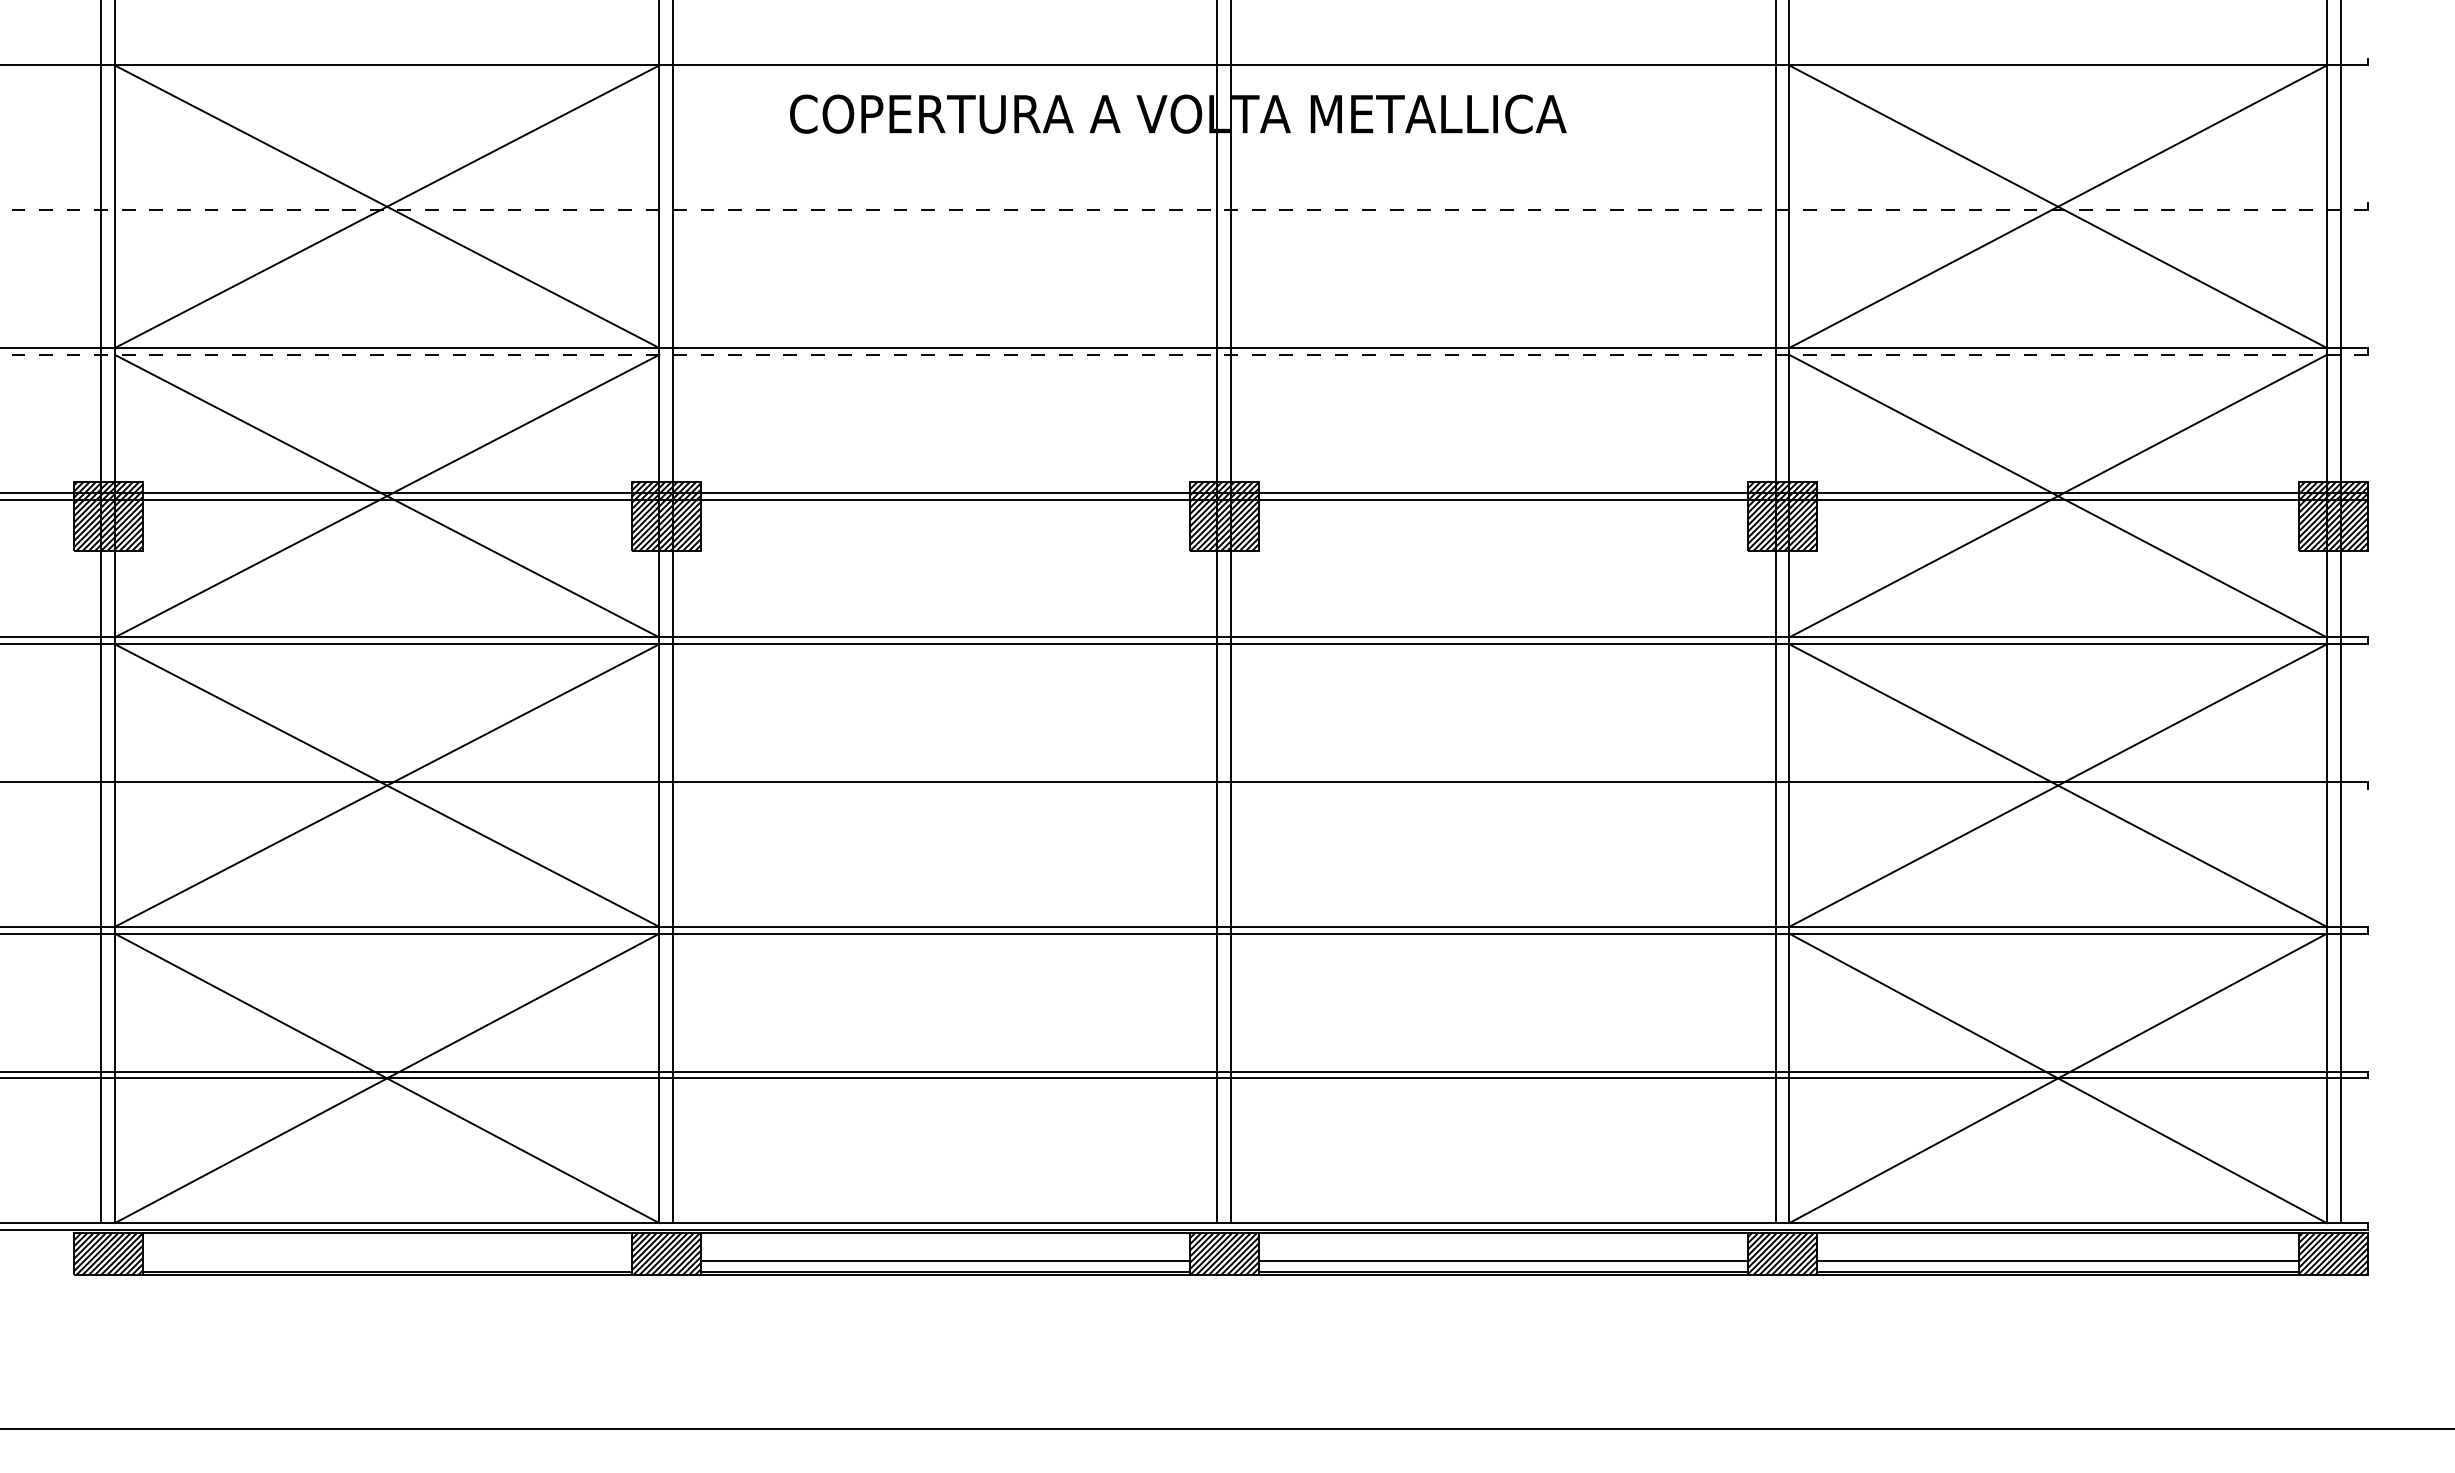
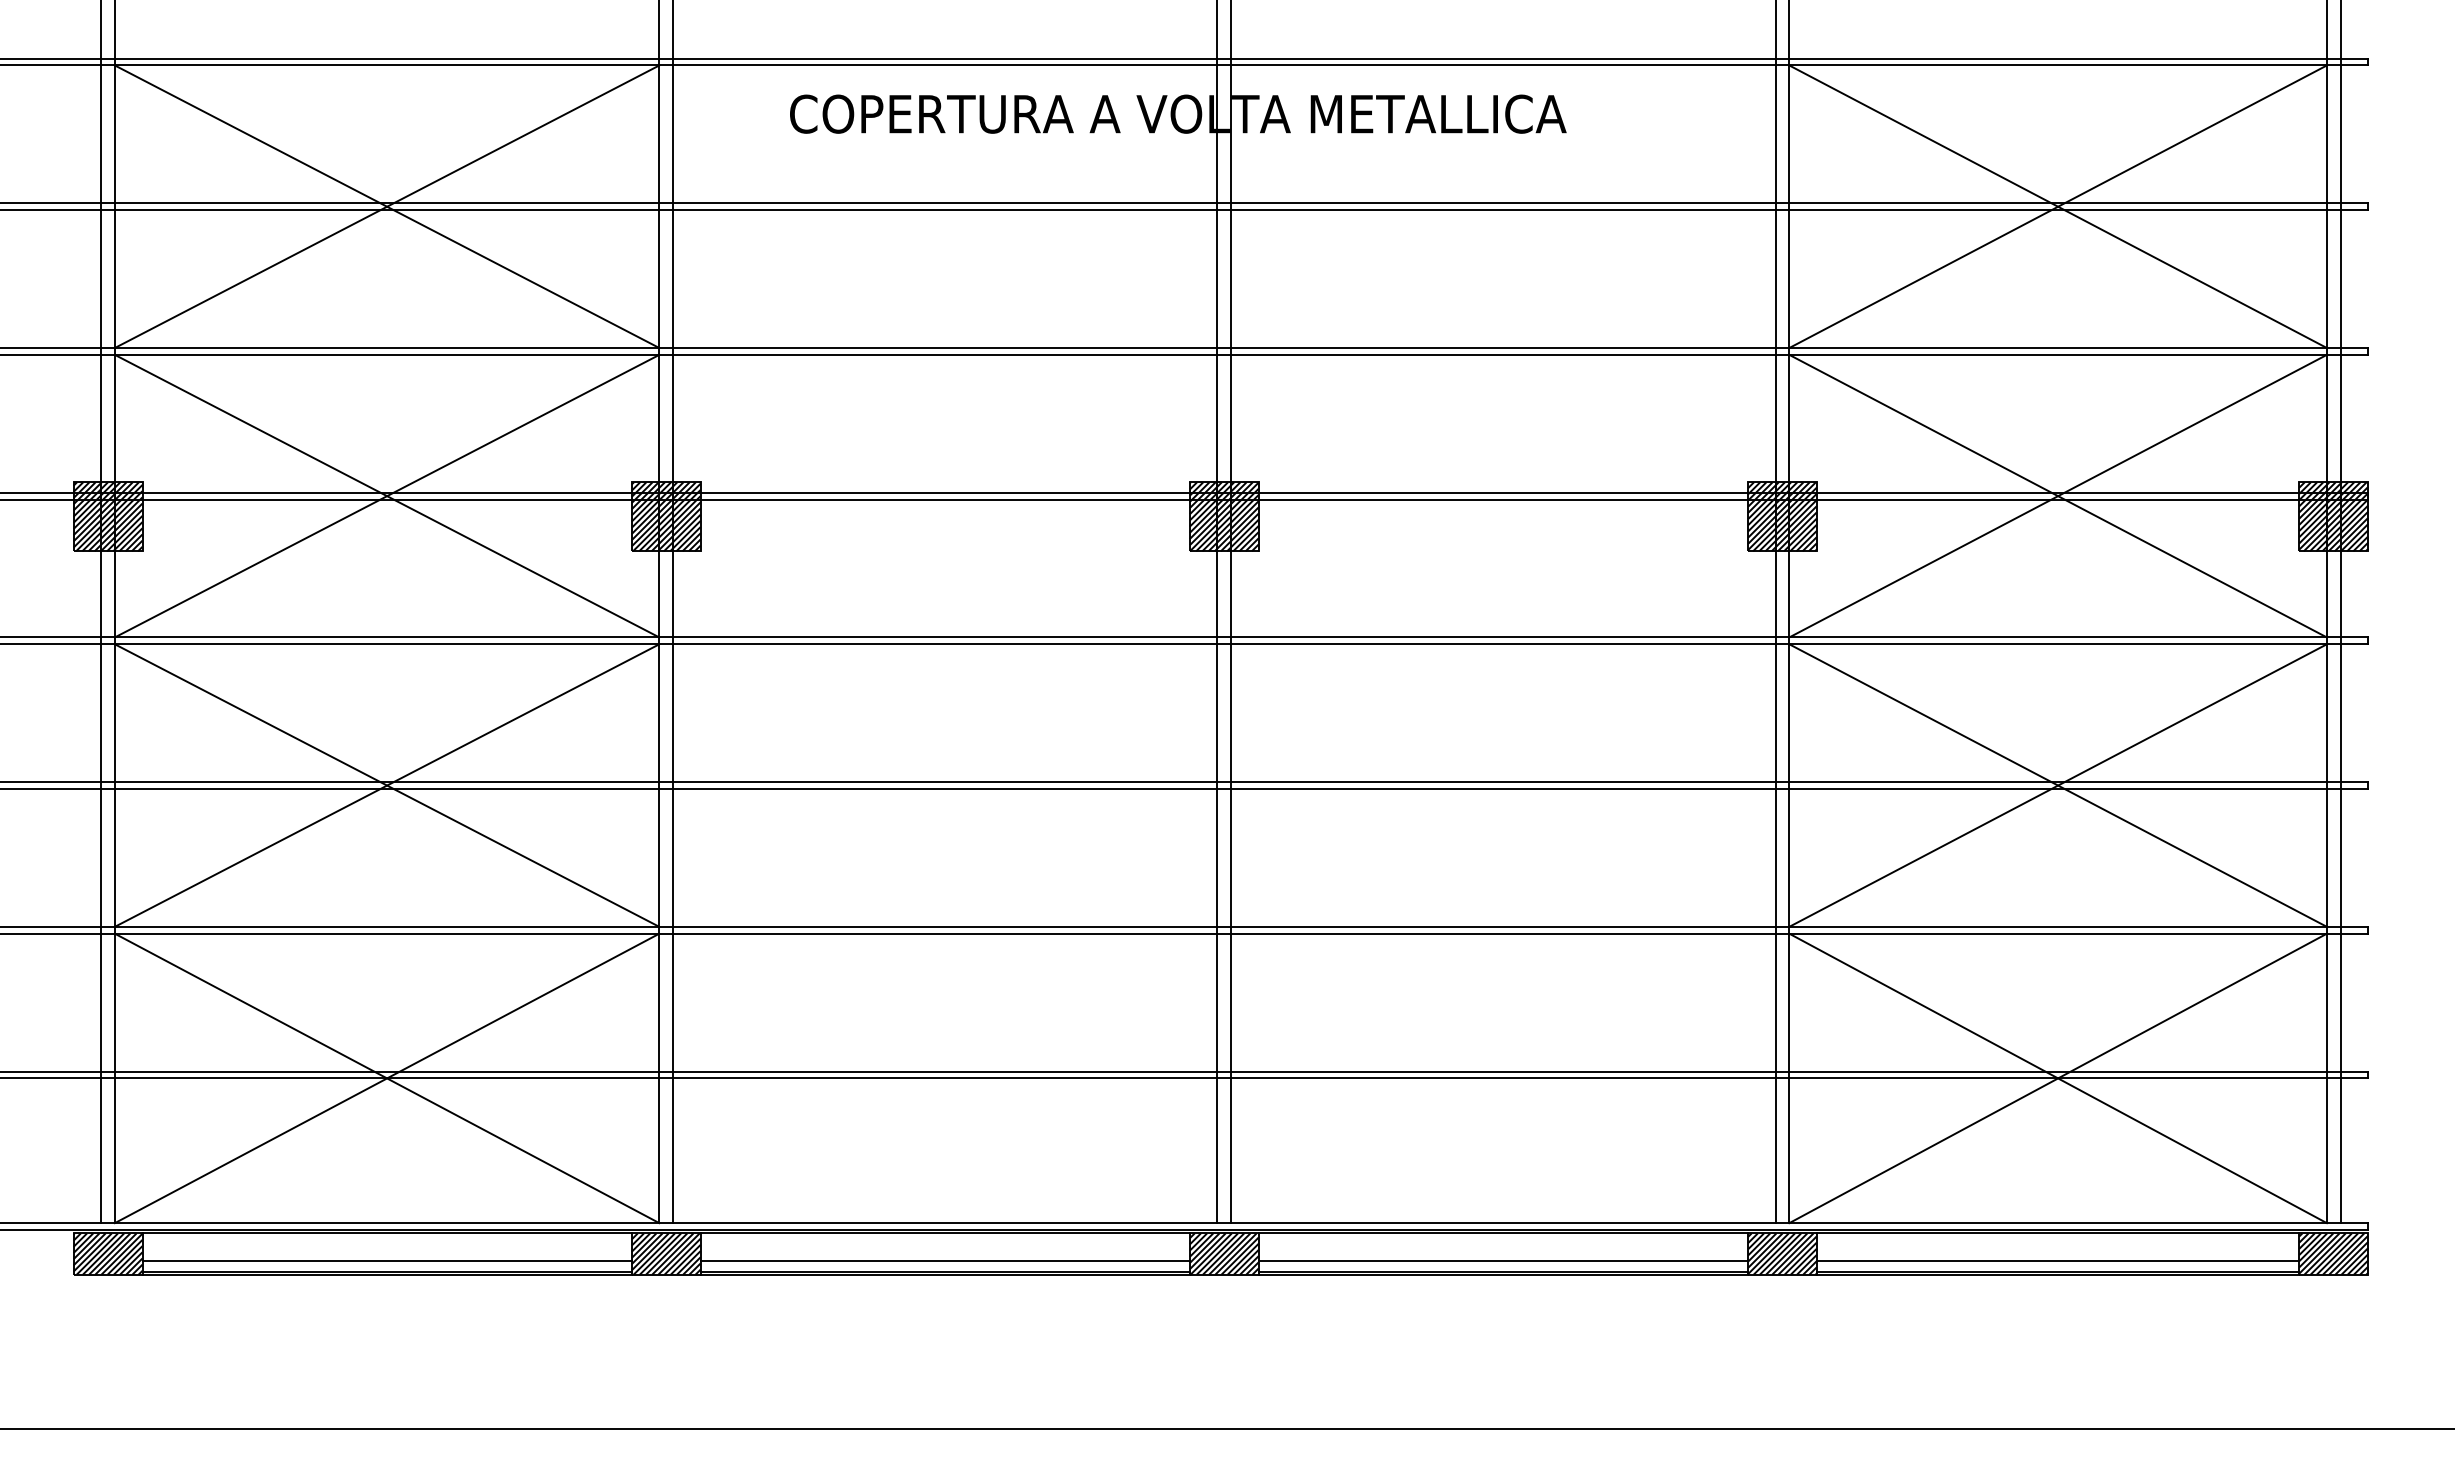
line at (1185, 58): none -> present
line at (1185, 203): none -> present
line at (1184, 210): dashed -> solid
line at (1184, 354): dashed -> solid
line at (1185, 789): none -> present
line at (386, 1261): none -> present
